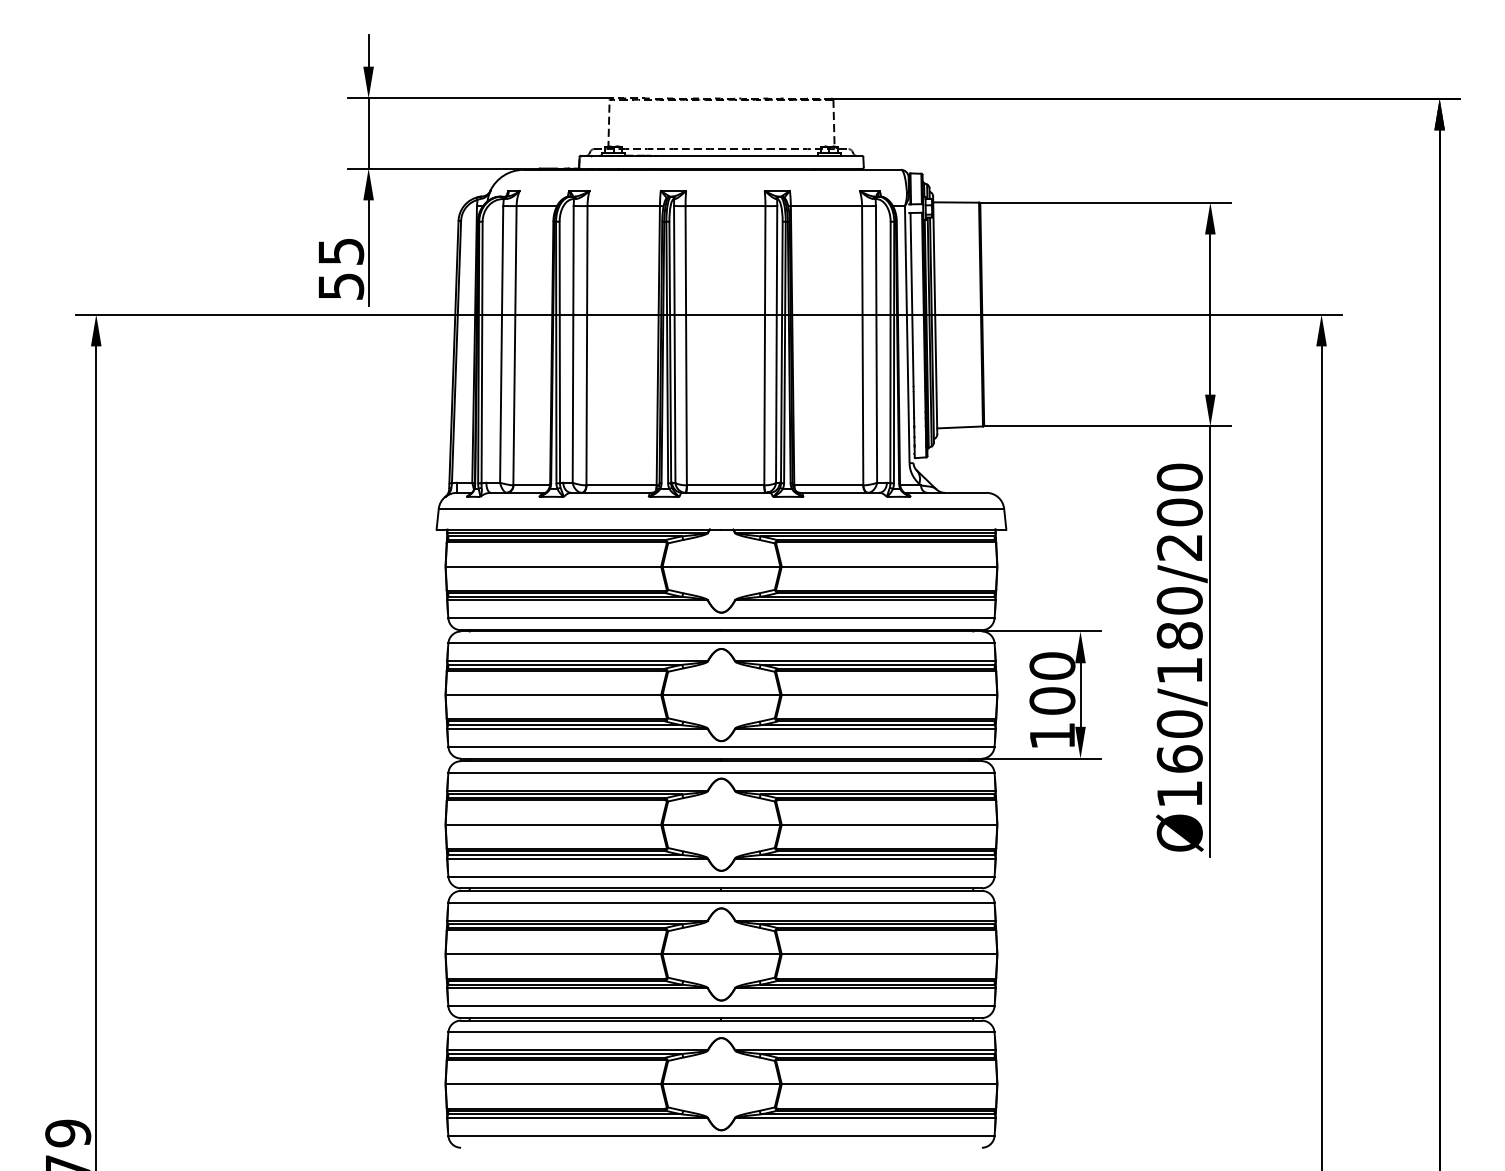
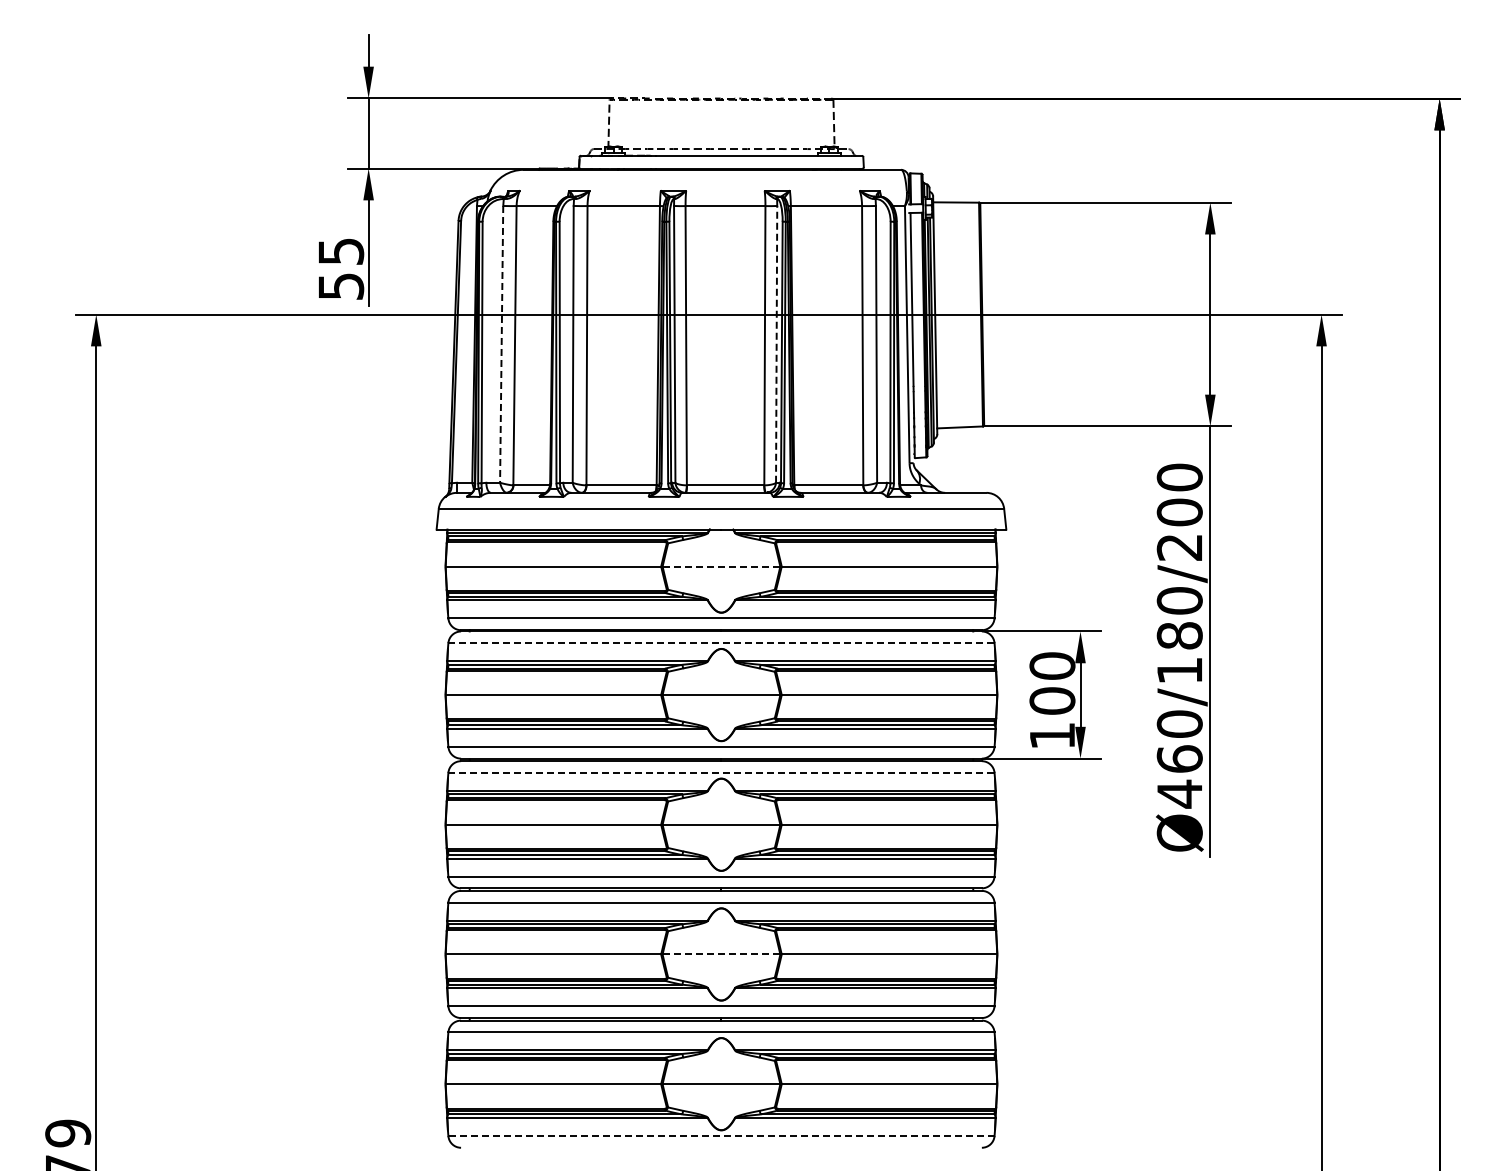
line at (776, 343): solid -> dashed
line at (501, 344): solid -> dashed
line at (721, 566): solid -> dashed
line at (721, 643): solid -> dashed
line at (721, 772): solid -> dashed
text at (1179, 793): Ø160/180/200 -> Ø460/180/200
line at (721, 954): solid -> dashed
line at (720, 1136): solid -> dashed
